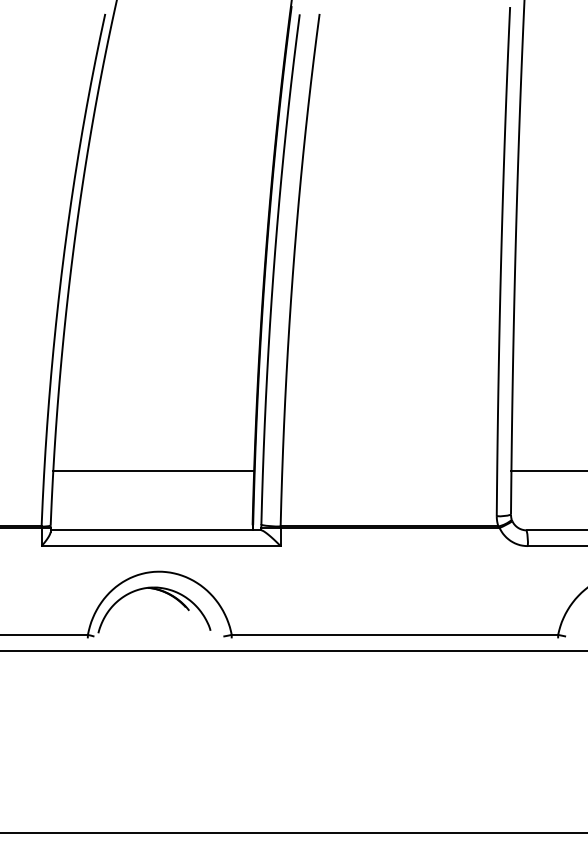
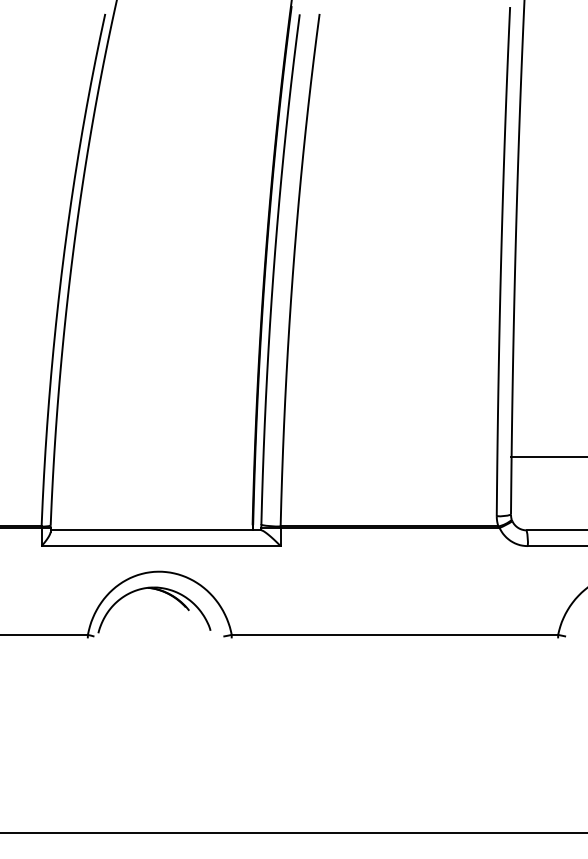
line at (153, 470): present -> none
line at (547, 470) position: (547, 470) -> (547, 456)
line at (293, 650): present -> none
